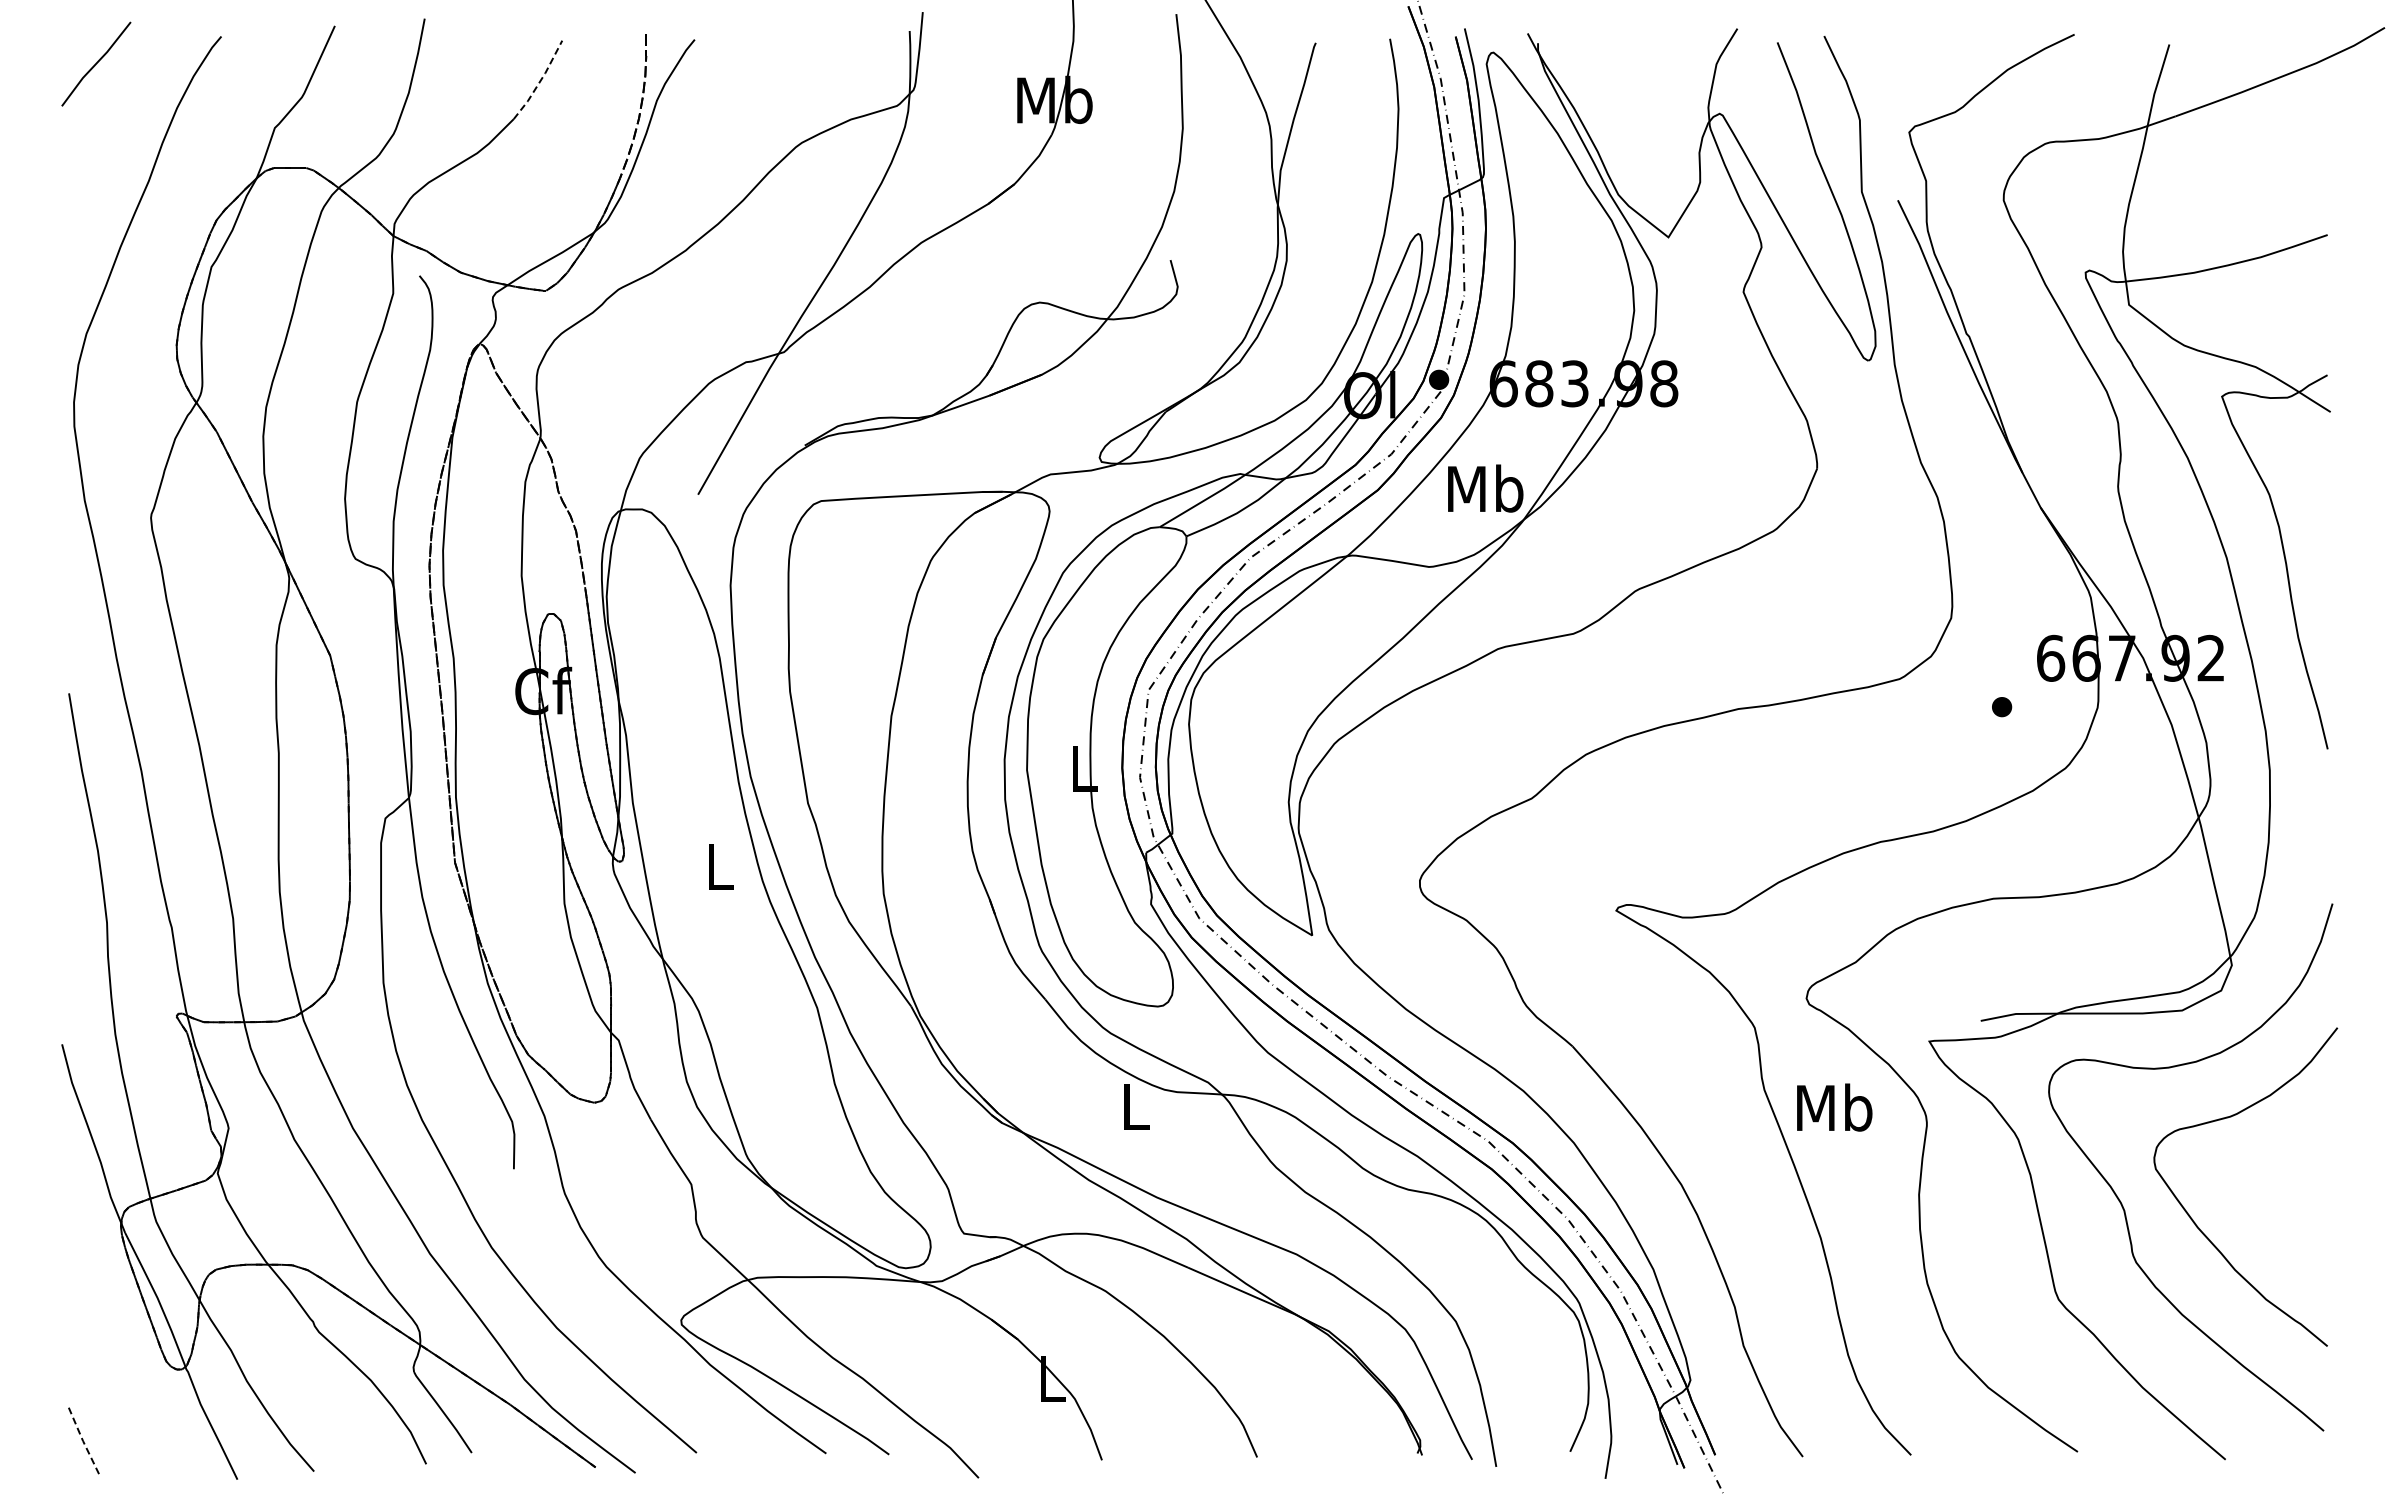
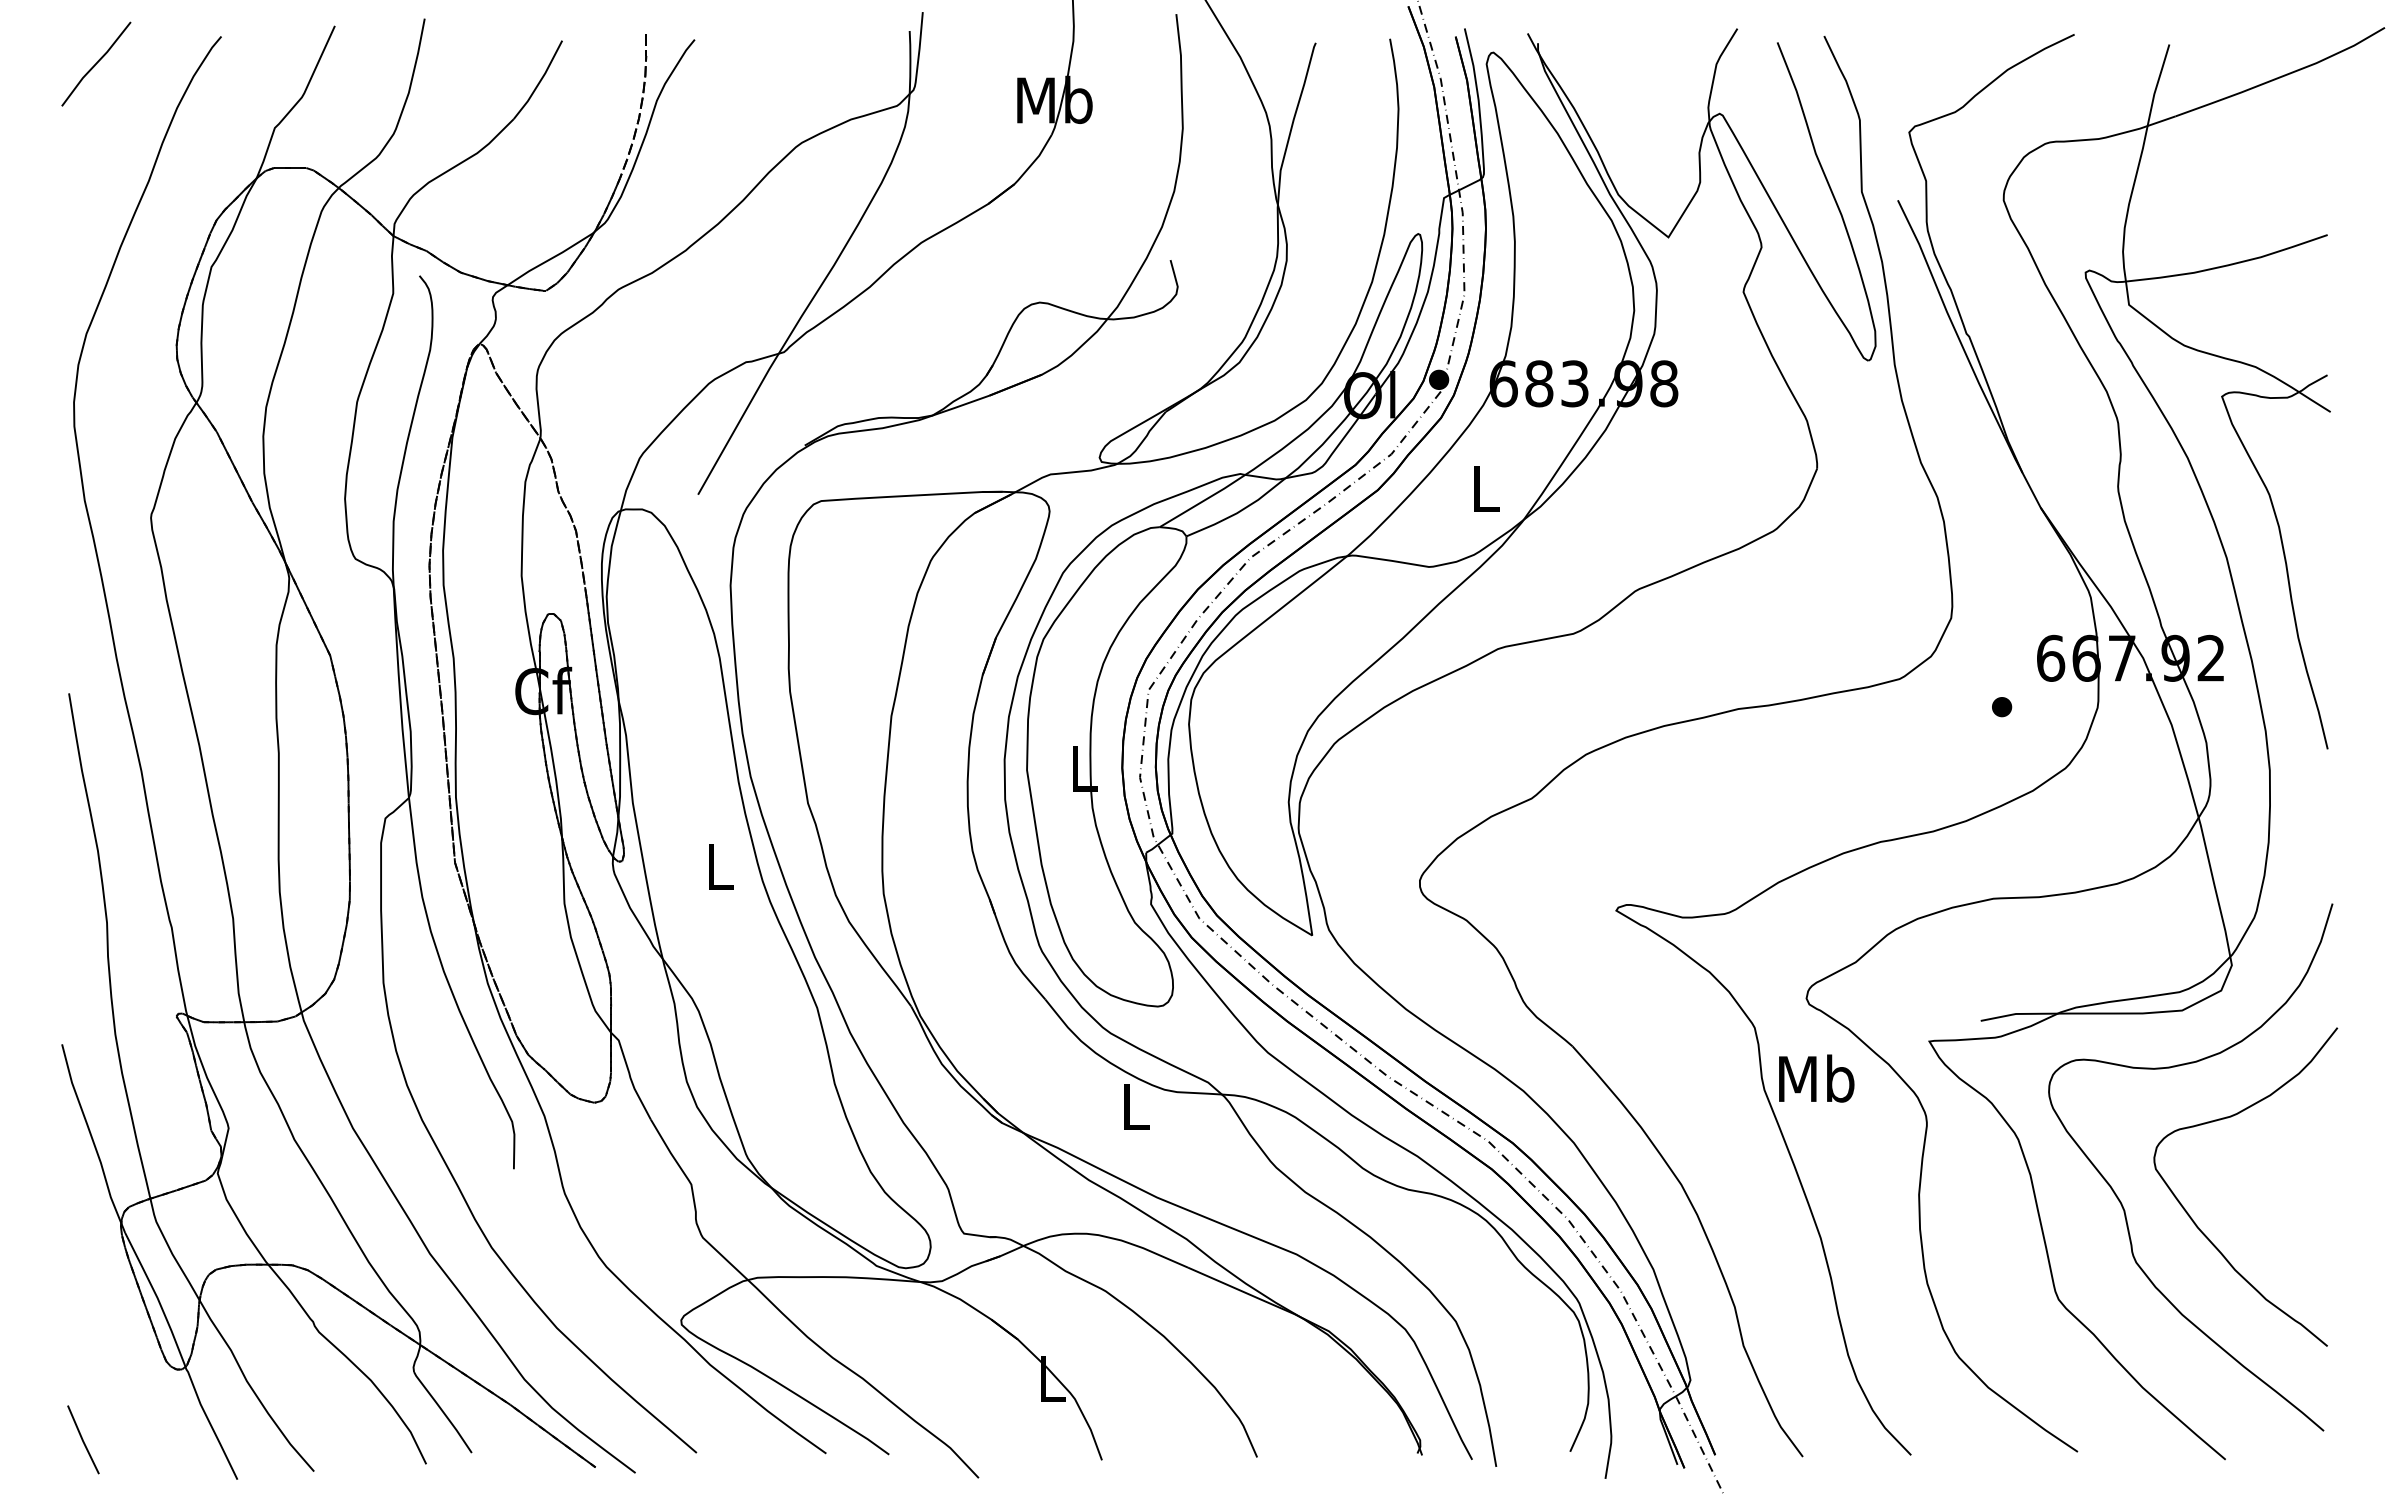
line at (540, 80): dashed -> solid
text at (1485, 488): Mb -> L
text at (1834, 1107) position: (1834, 1107) -> (1816, 1078)
line at (82, 1439): dashed -> solid
